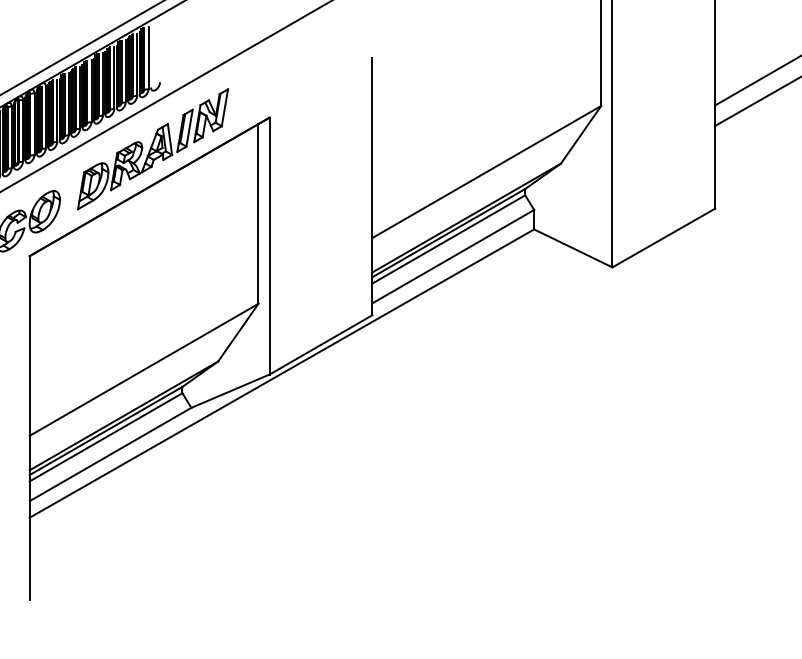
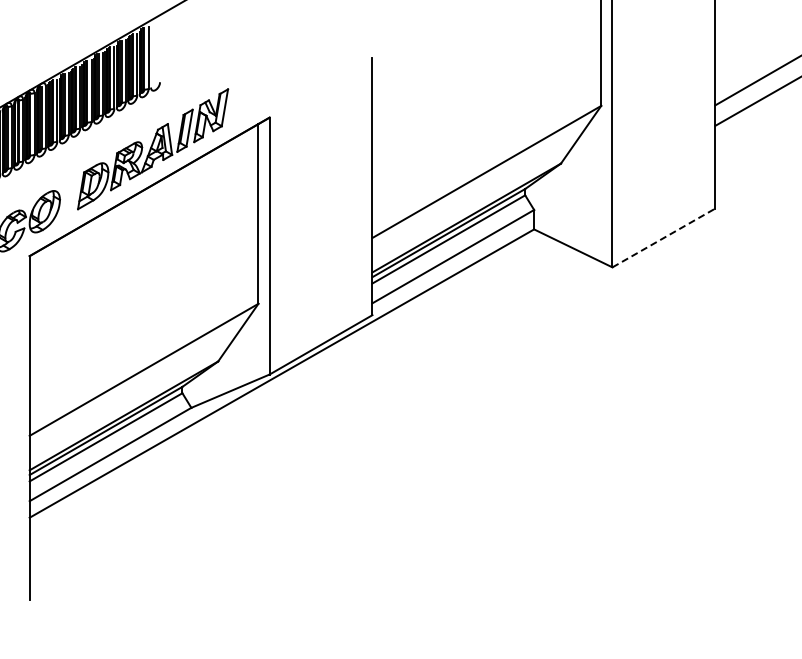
line at (81, 47): present -> none
line at (165, 96): present -> none
line at (664, 237): solid -> dashed
